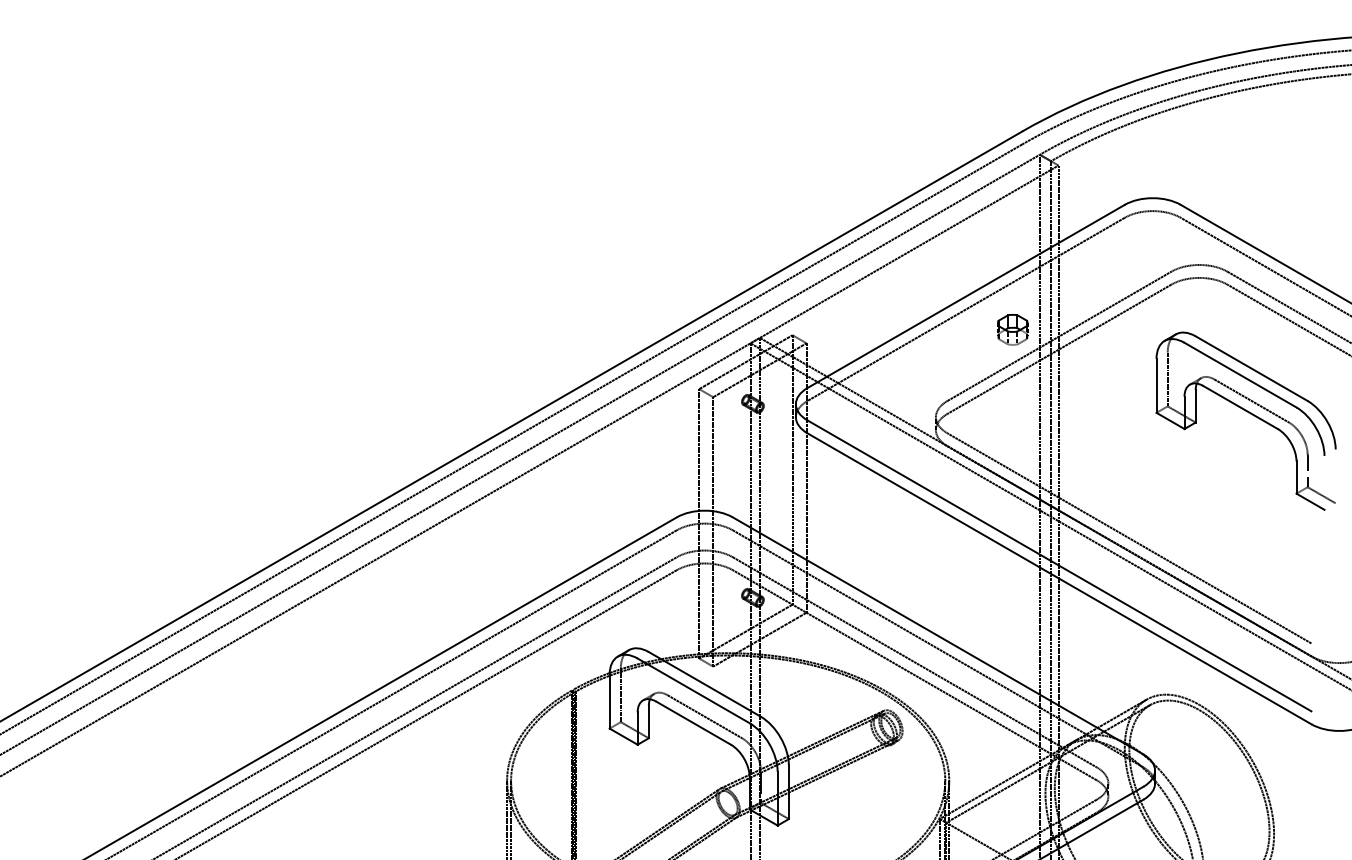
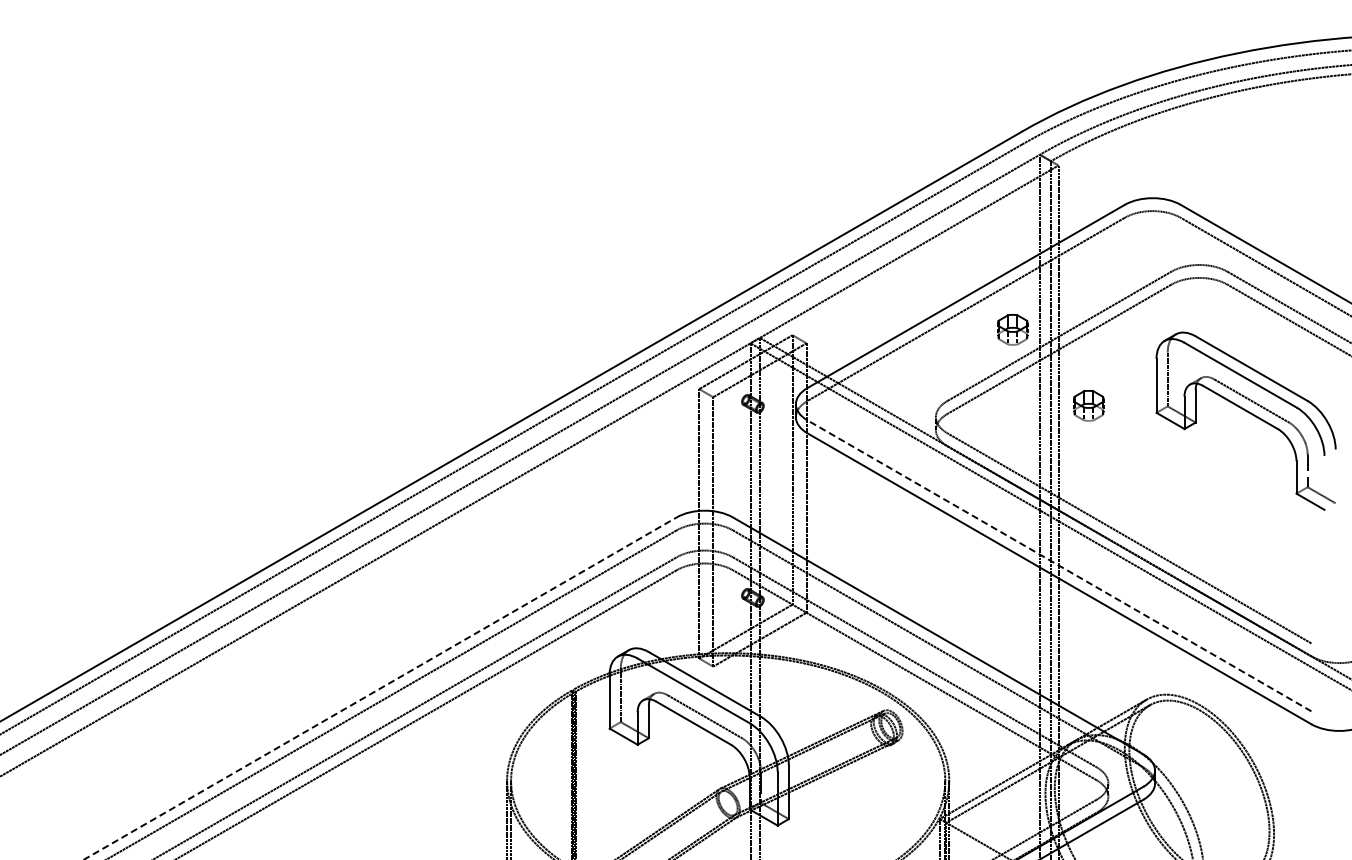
part at (1088, 405): none -> present
line at (1059, 565): solid -> dashed
line at (380, 688): solid -> dashed
